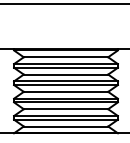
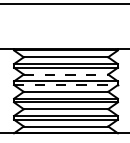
line at (66, 74): solid -> dashed
line at (66, 85): solid -> dashed
